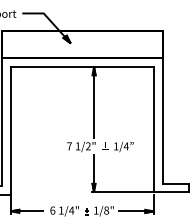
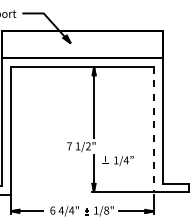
line at (154, 129): solid -> dashed
text at (117, 147) position: (117, 147) -> (117, 161)
text at (60, 210): 1/4" -> 4/4"
